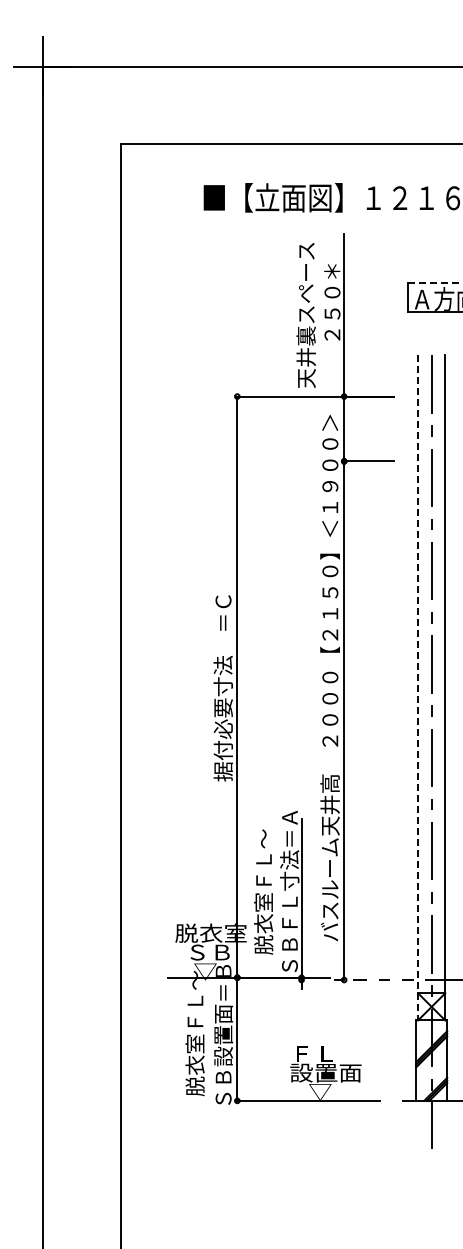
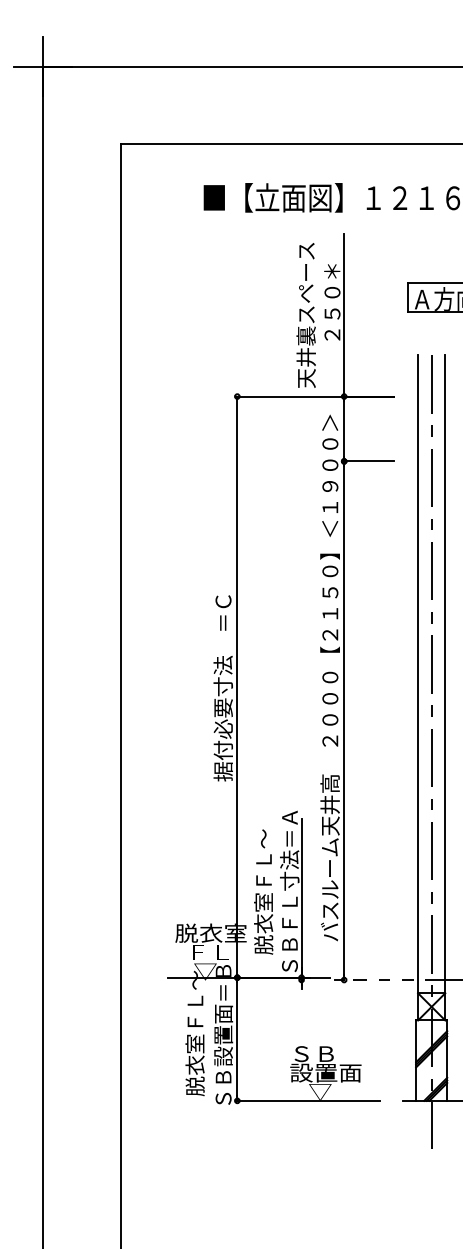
line at (436, 282): dashed -> solid
line at (418, 687): dashed -> solid
text at (209, 952): ＳＢ -> ＦＬ
text at (313, 1054): ＦＬ -> ＳＢ
